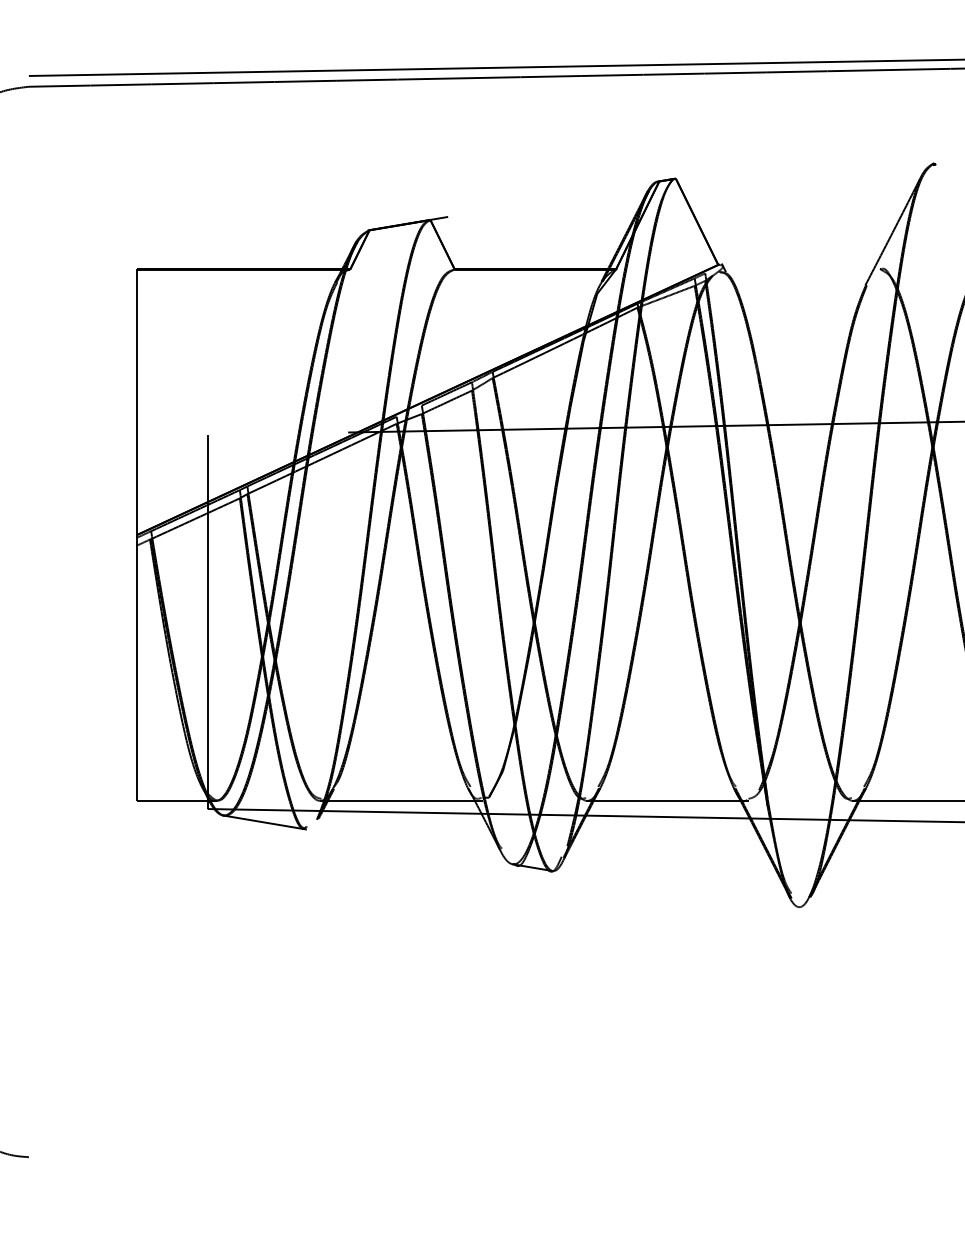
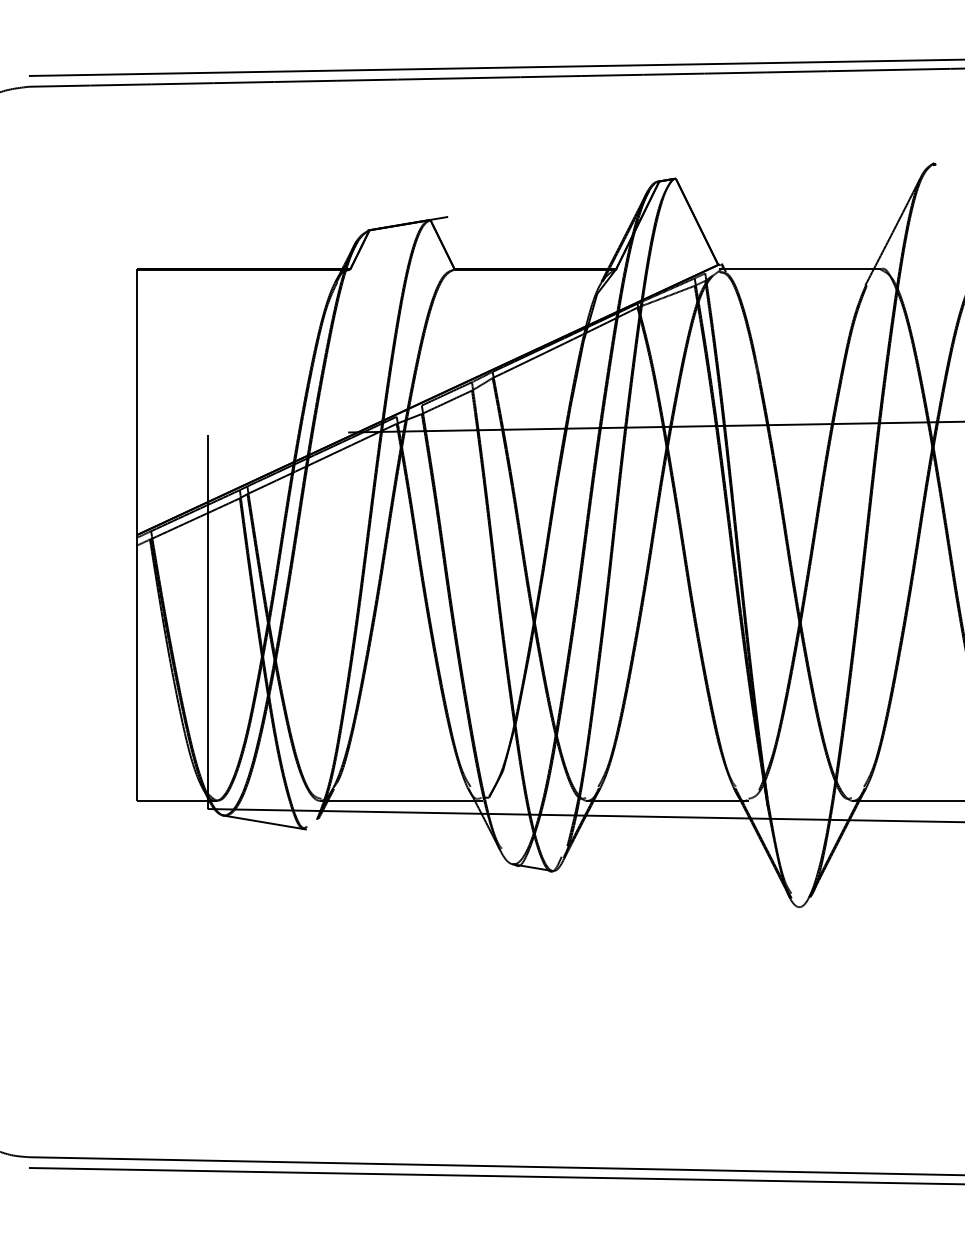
line at (799, 269): none -> present
line at (494, 1166): none -> present
line at (494, 1175): none -> present
